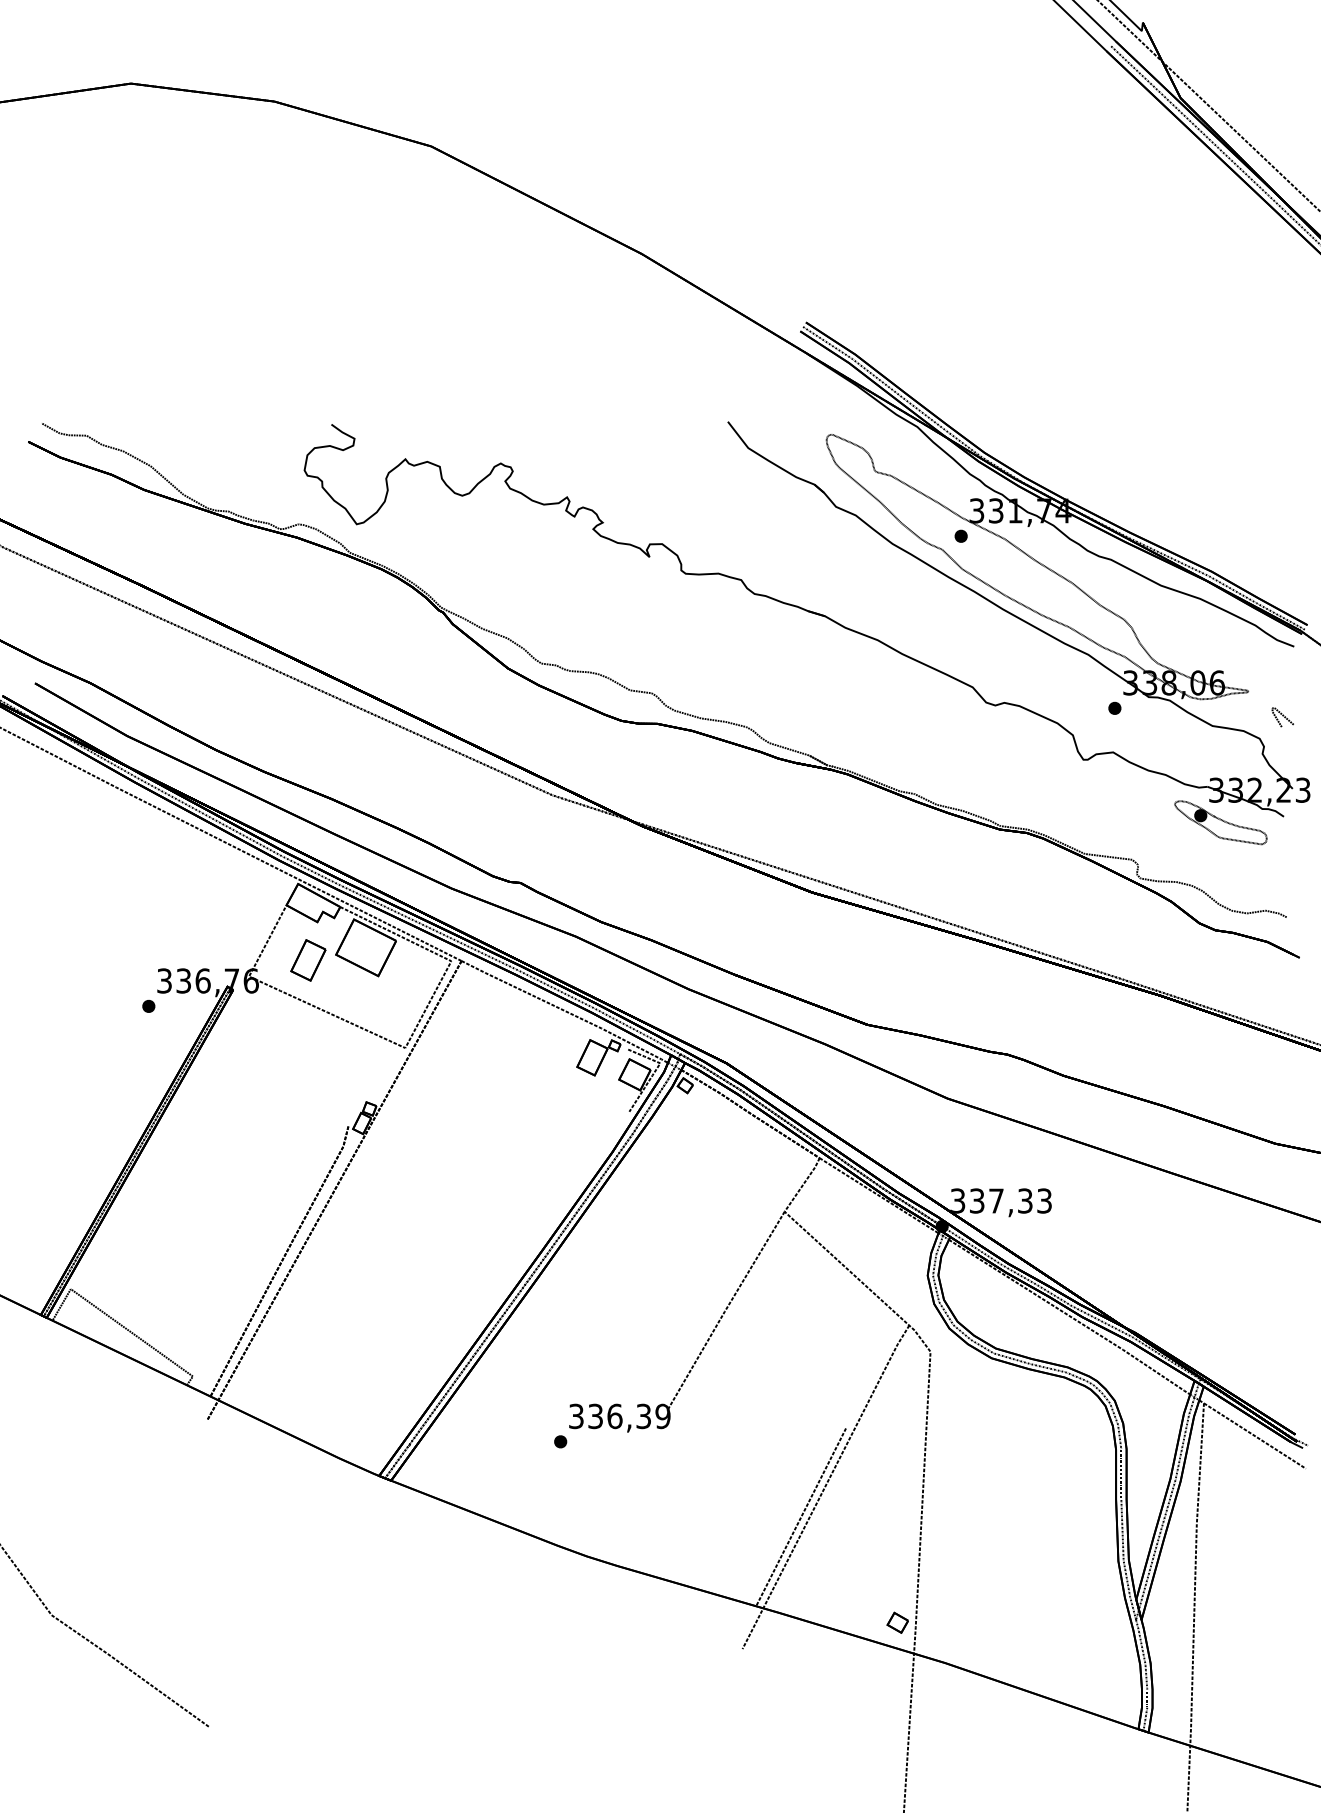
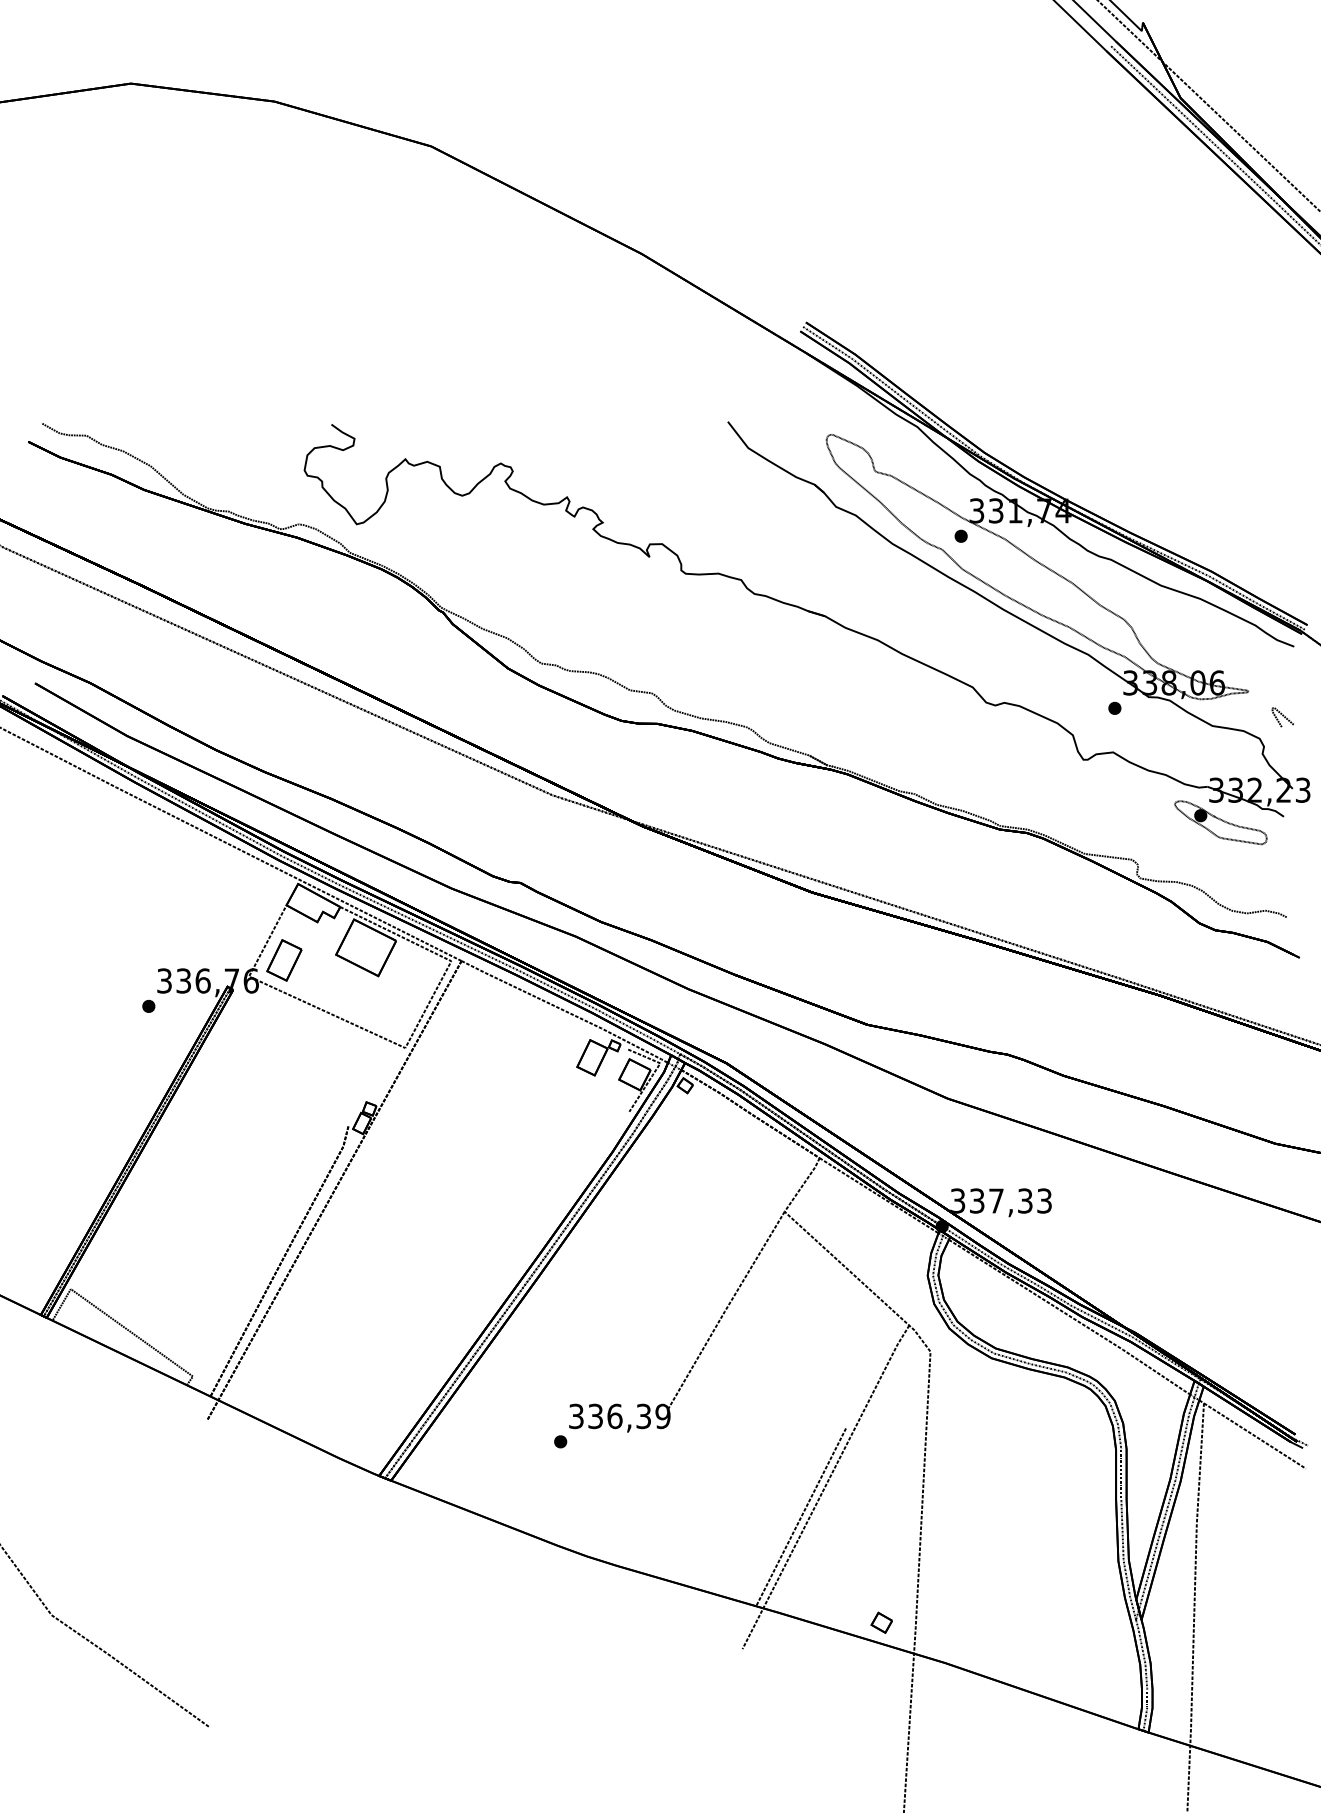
part at (308, 960) position: (308, 960) -> (284, 960)
part at (897, 1622) position: (897, 1622) -> (881, 1622)
